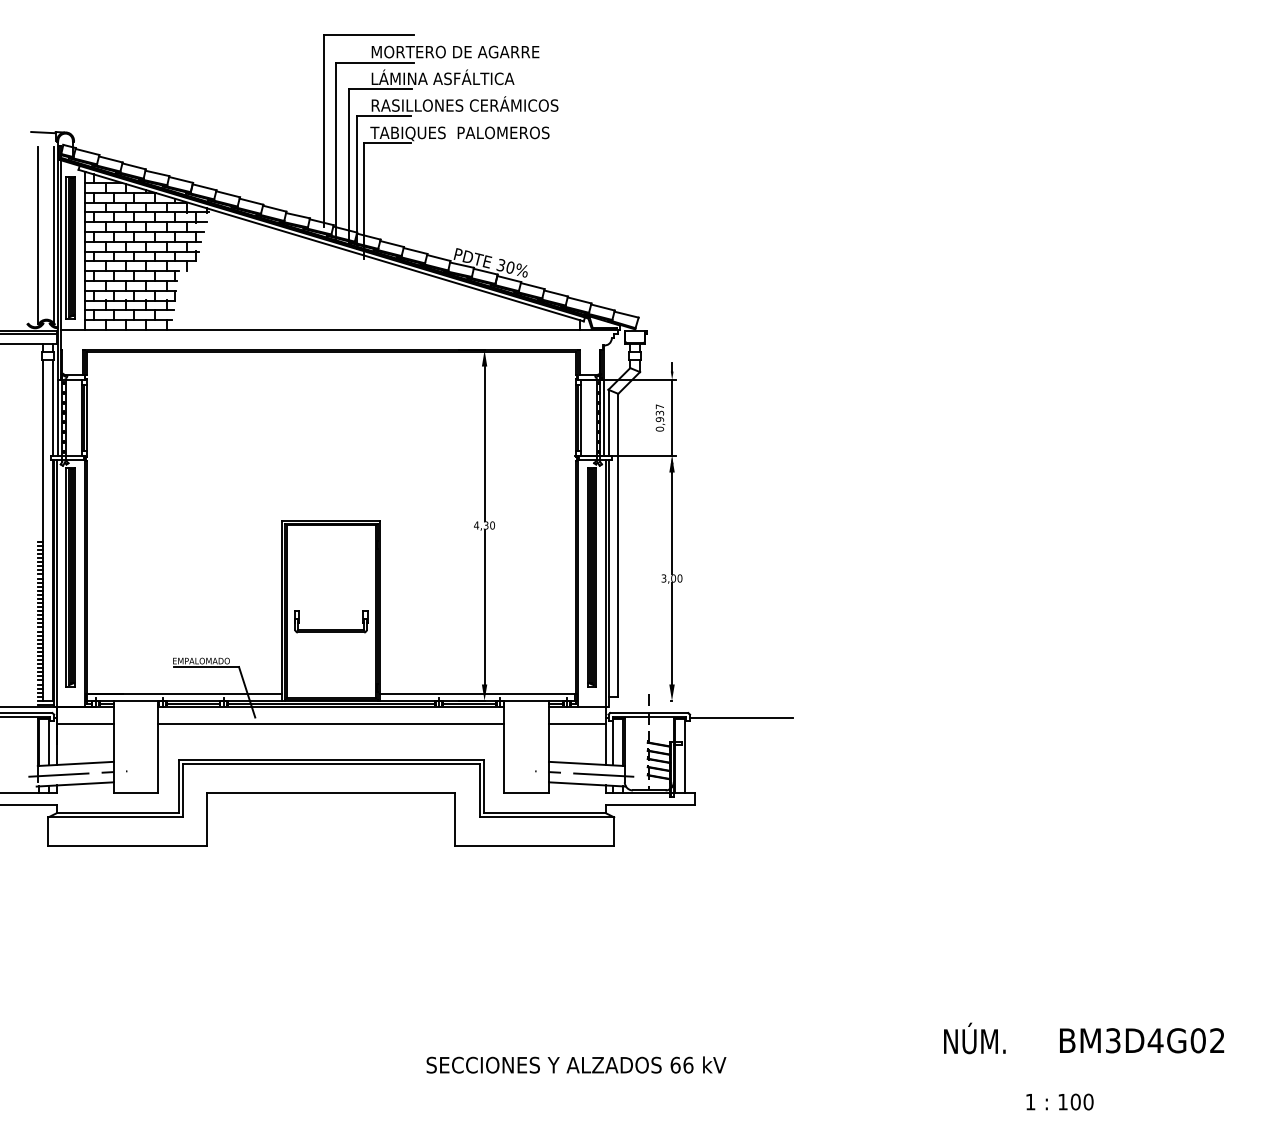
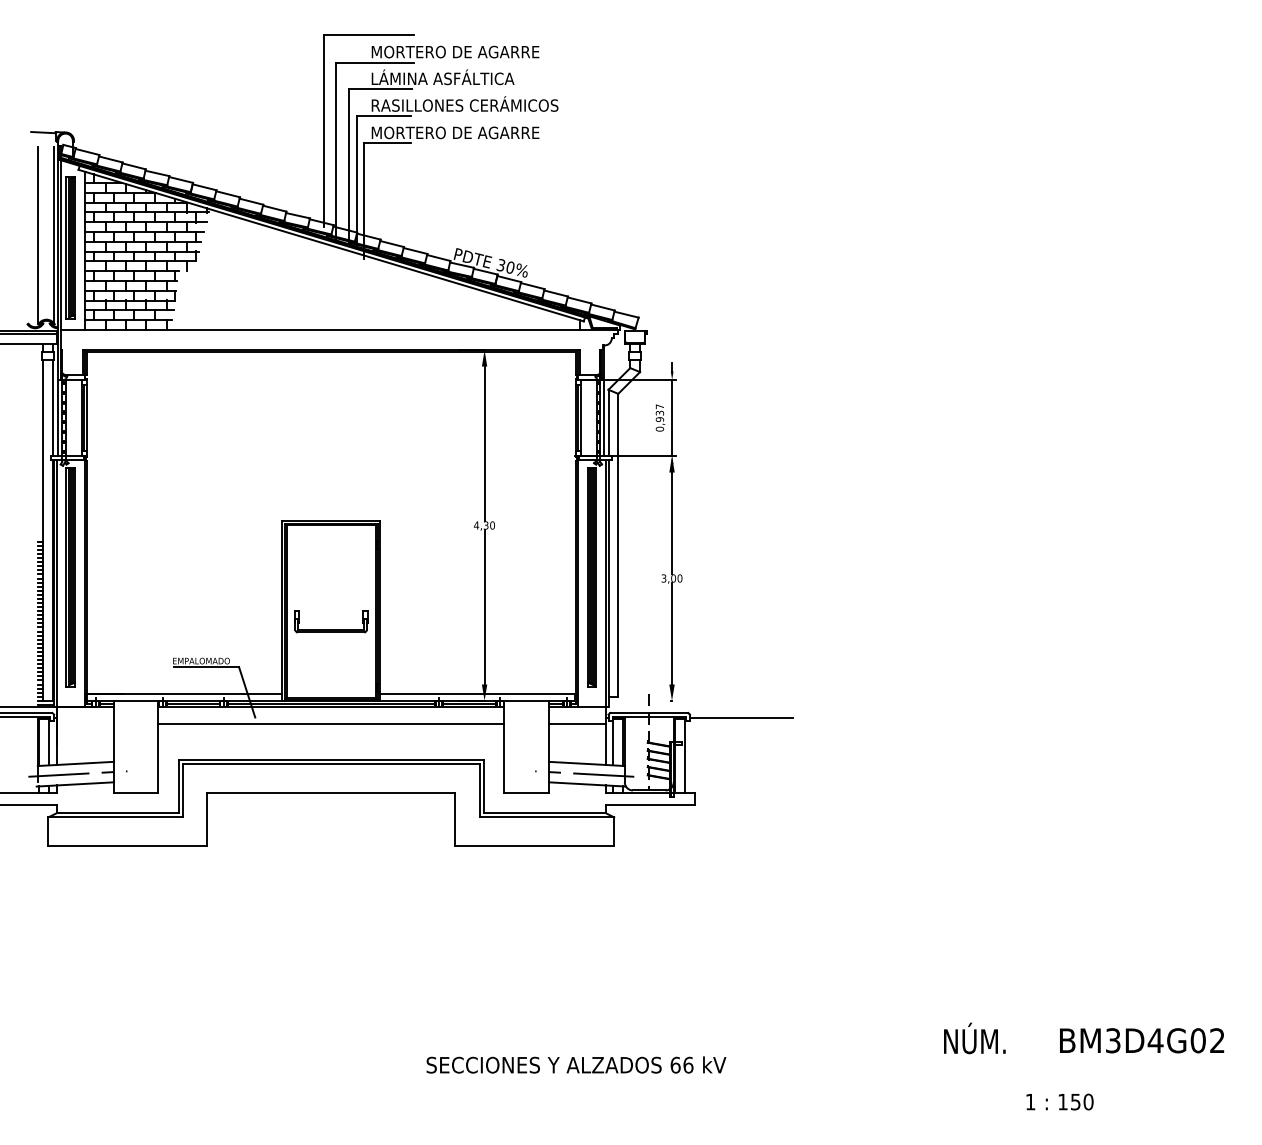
text at (459, 133): TABIQUES  PALOMEROS -> MORTERO DE AGARRE
line at (84, 723): present -> none
text at (1075, 1101): 100 -> 150
